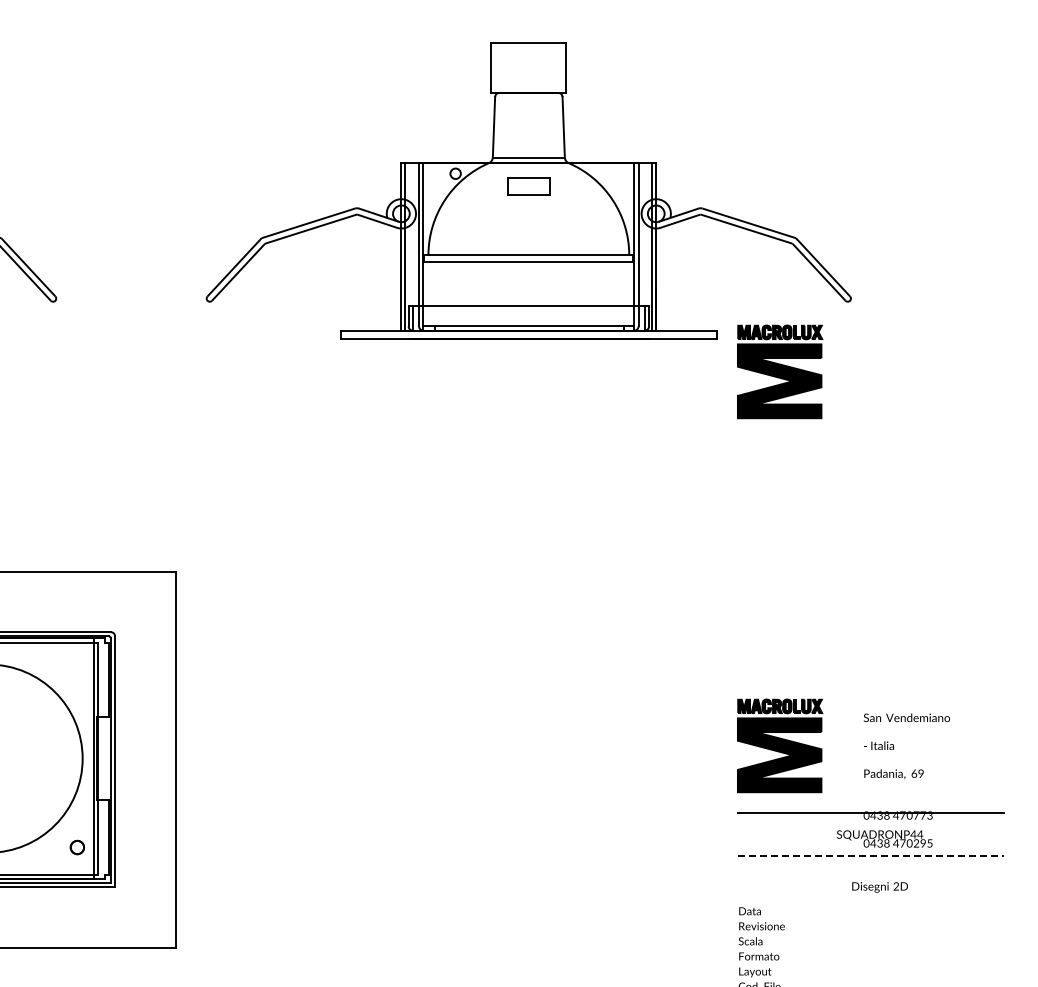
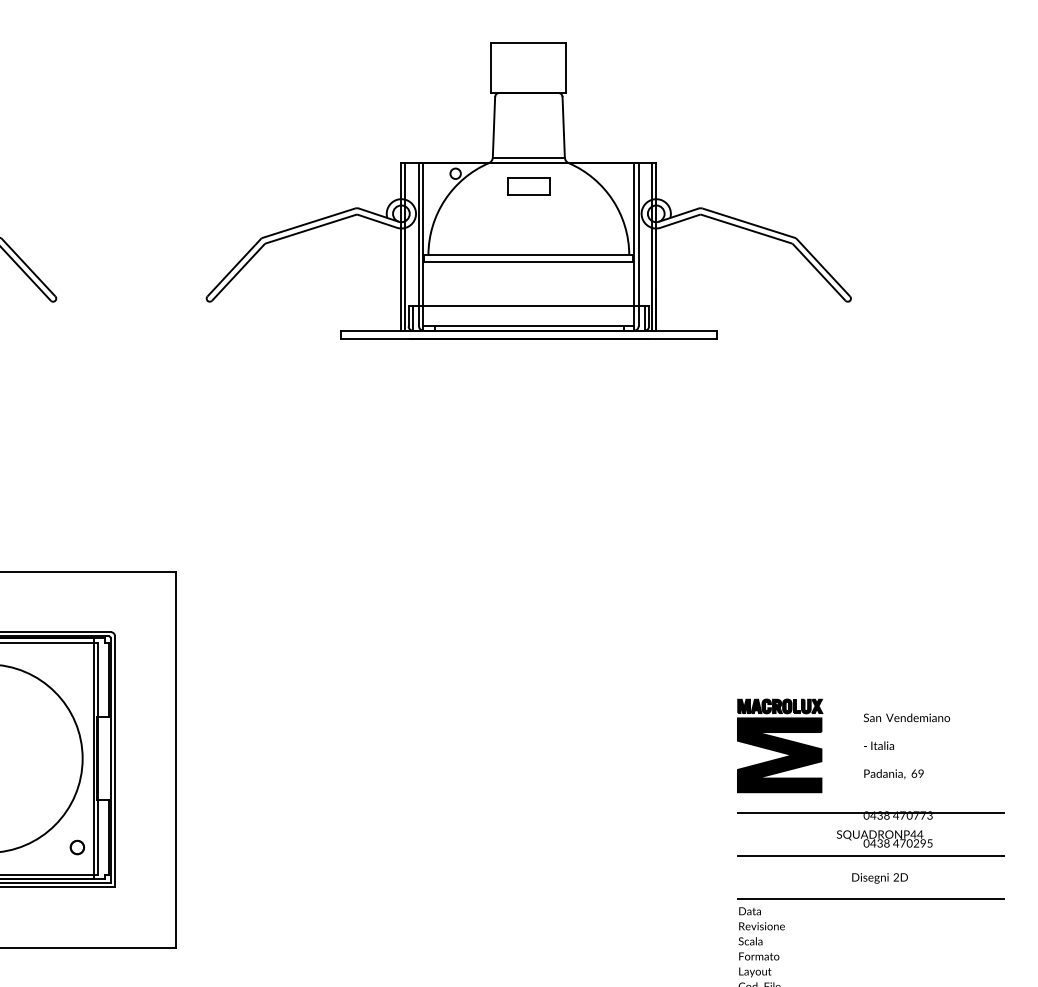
part at (780, 371): present -> none
line at (871, 856): dashed -> solid
text at (879, 887) position: (879, 887) -> (879, 878)
line at (871, 898): none -> present
